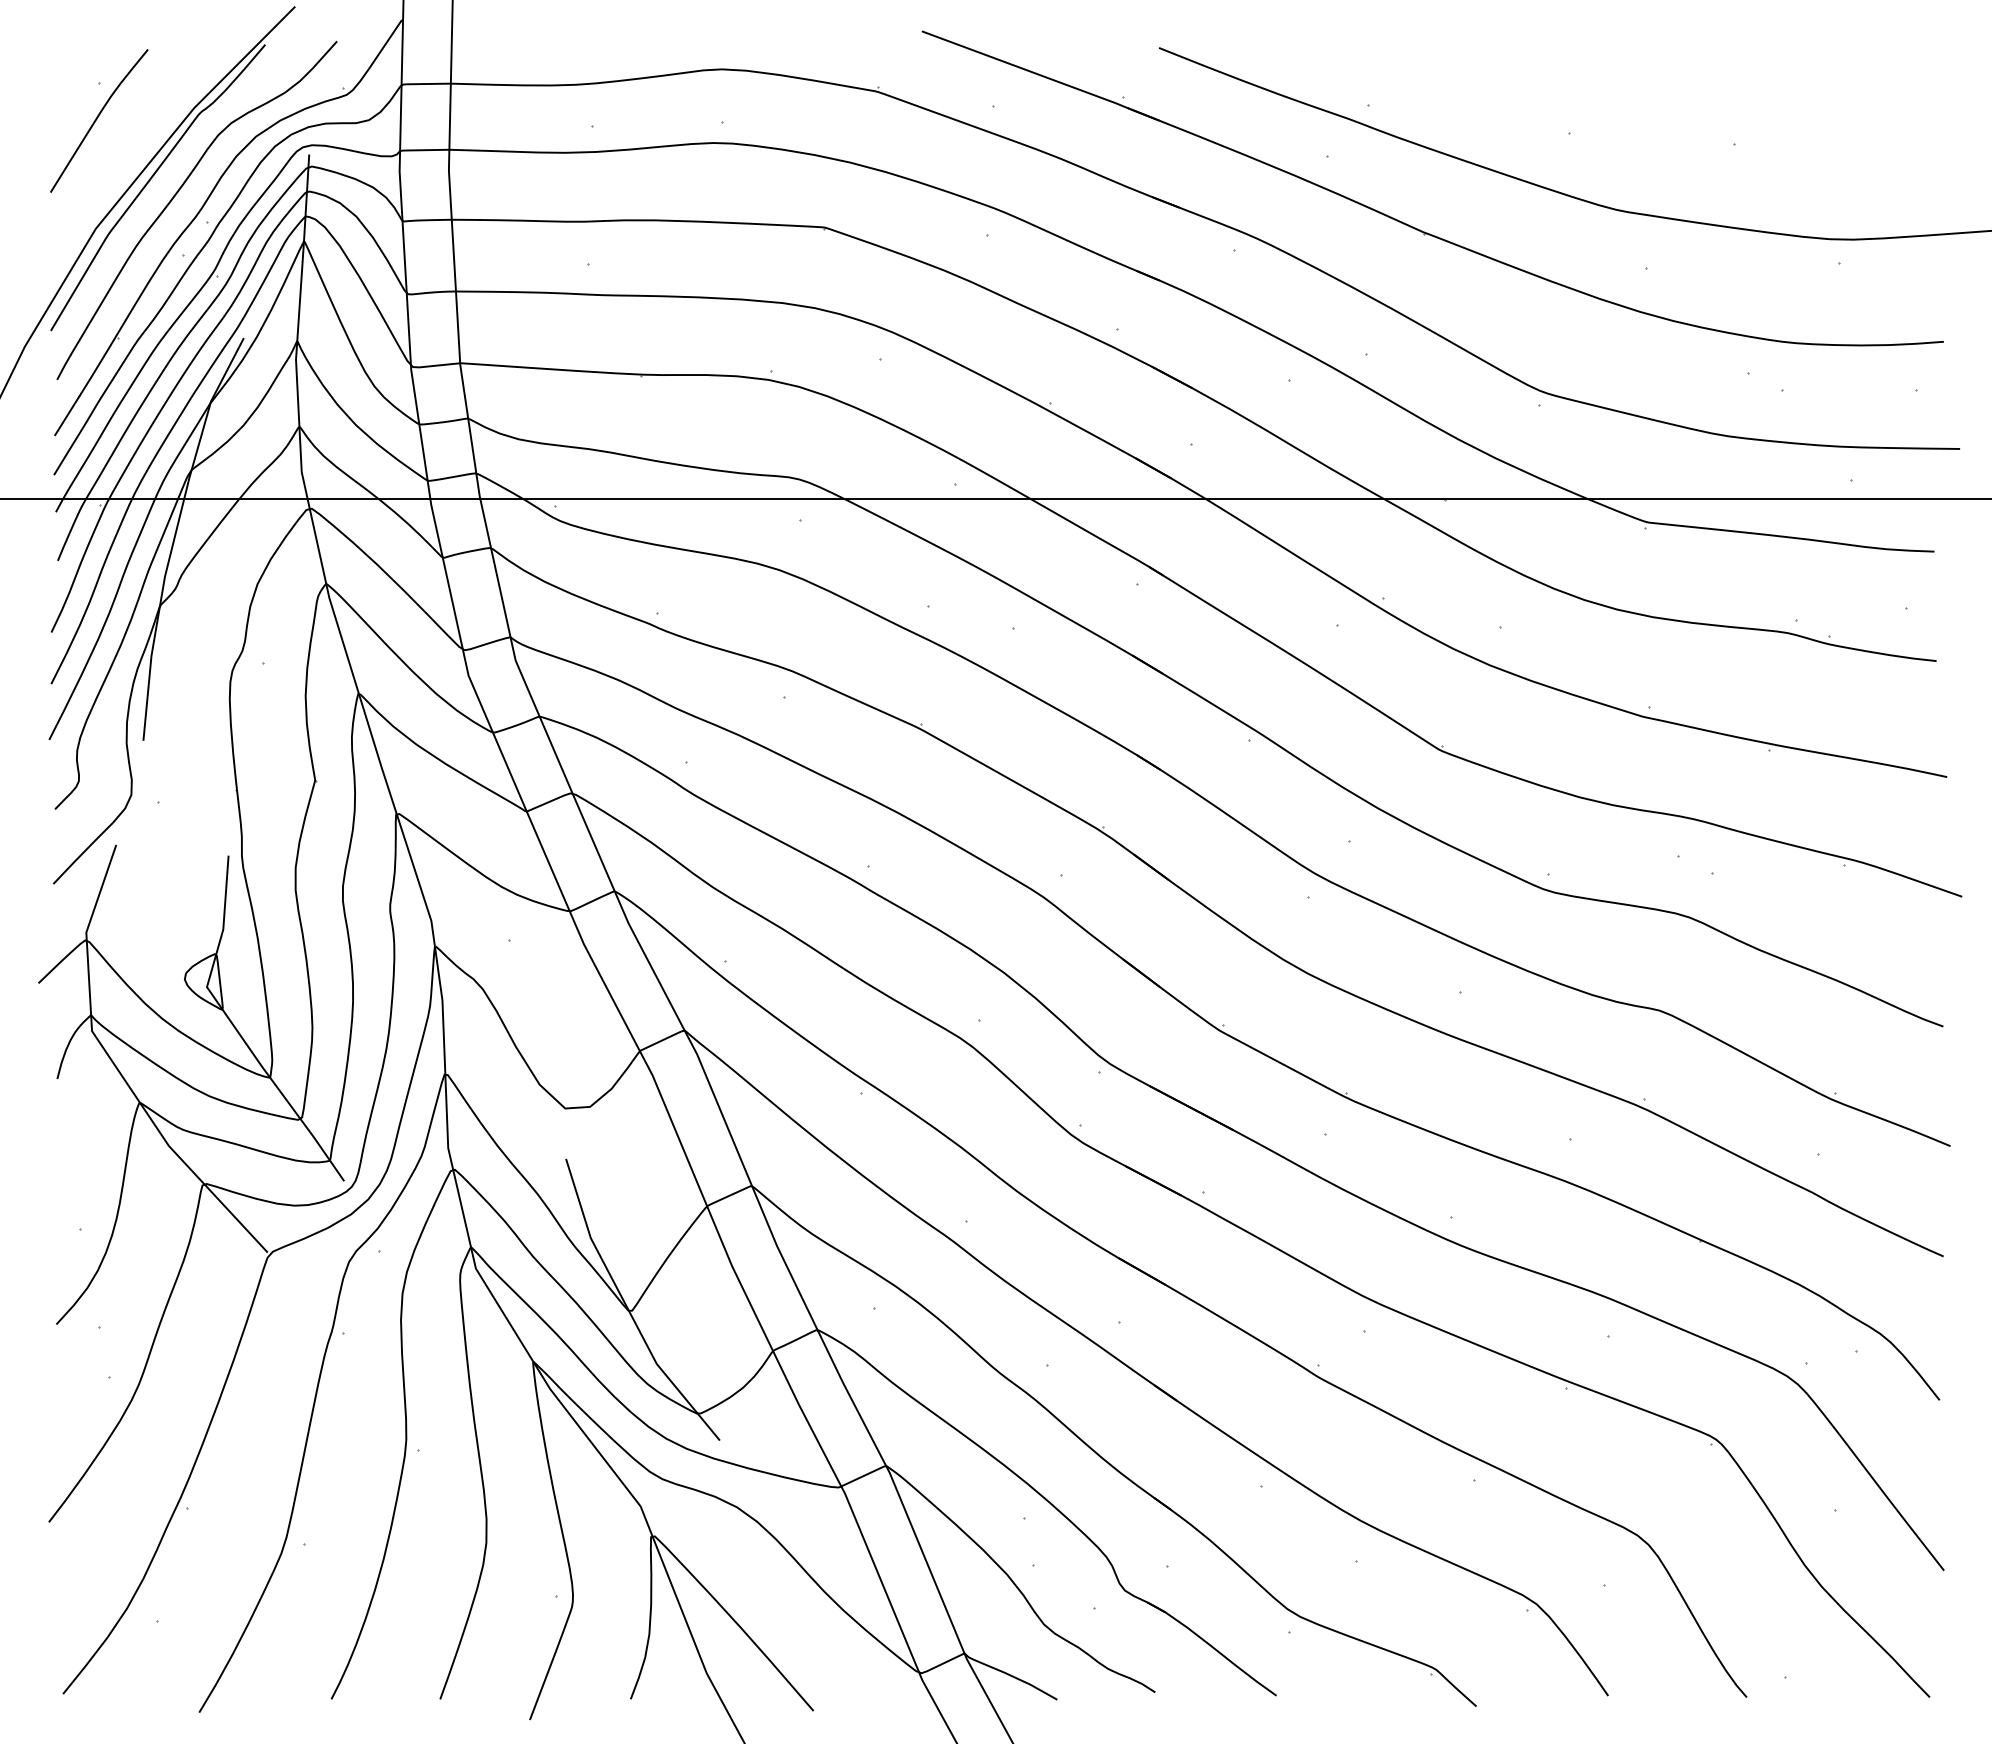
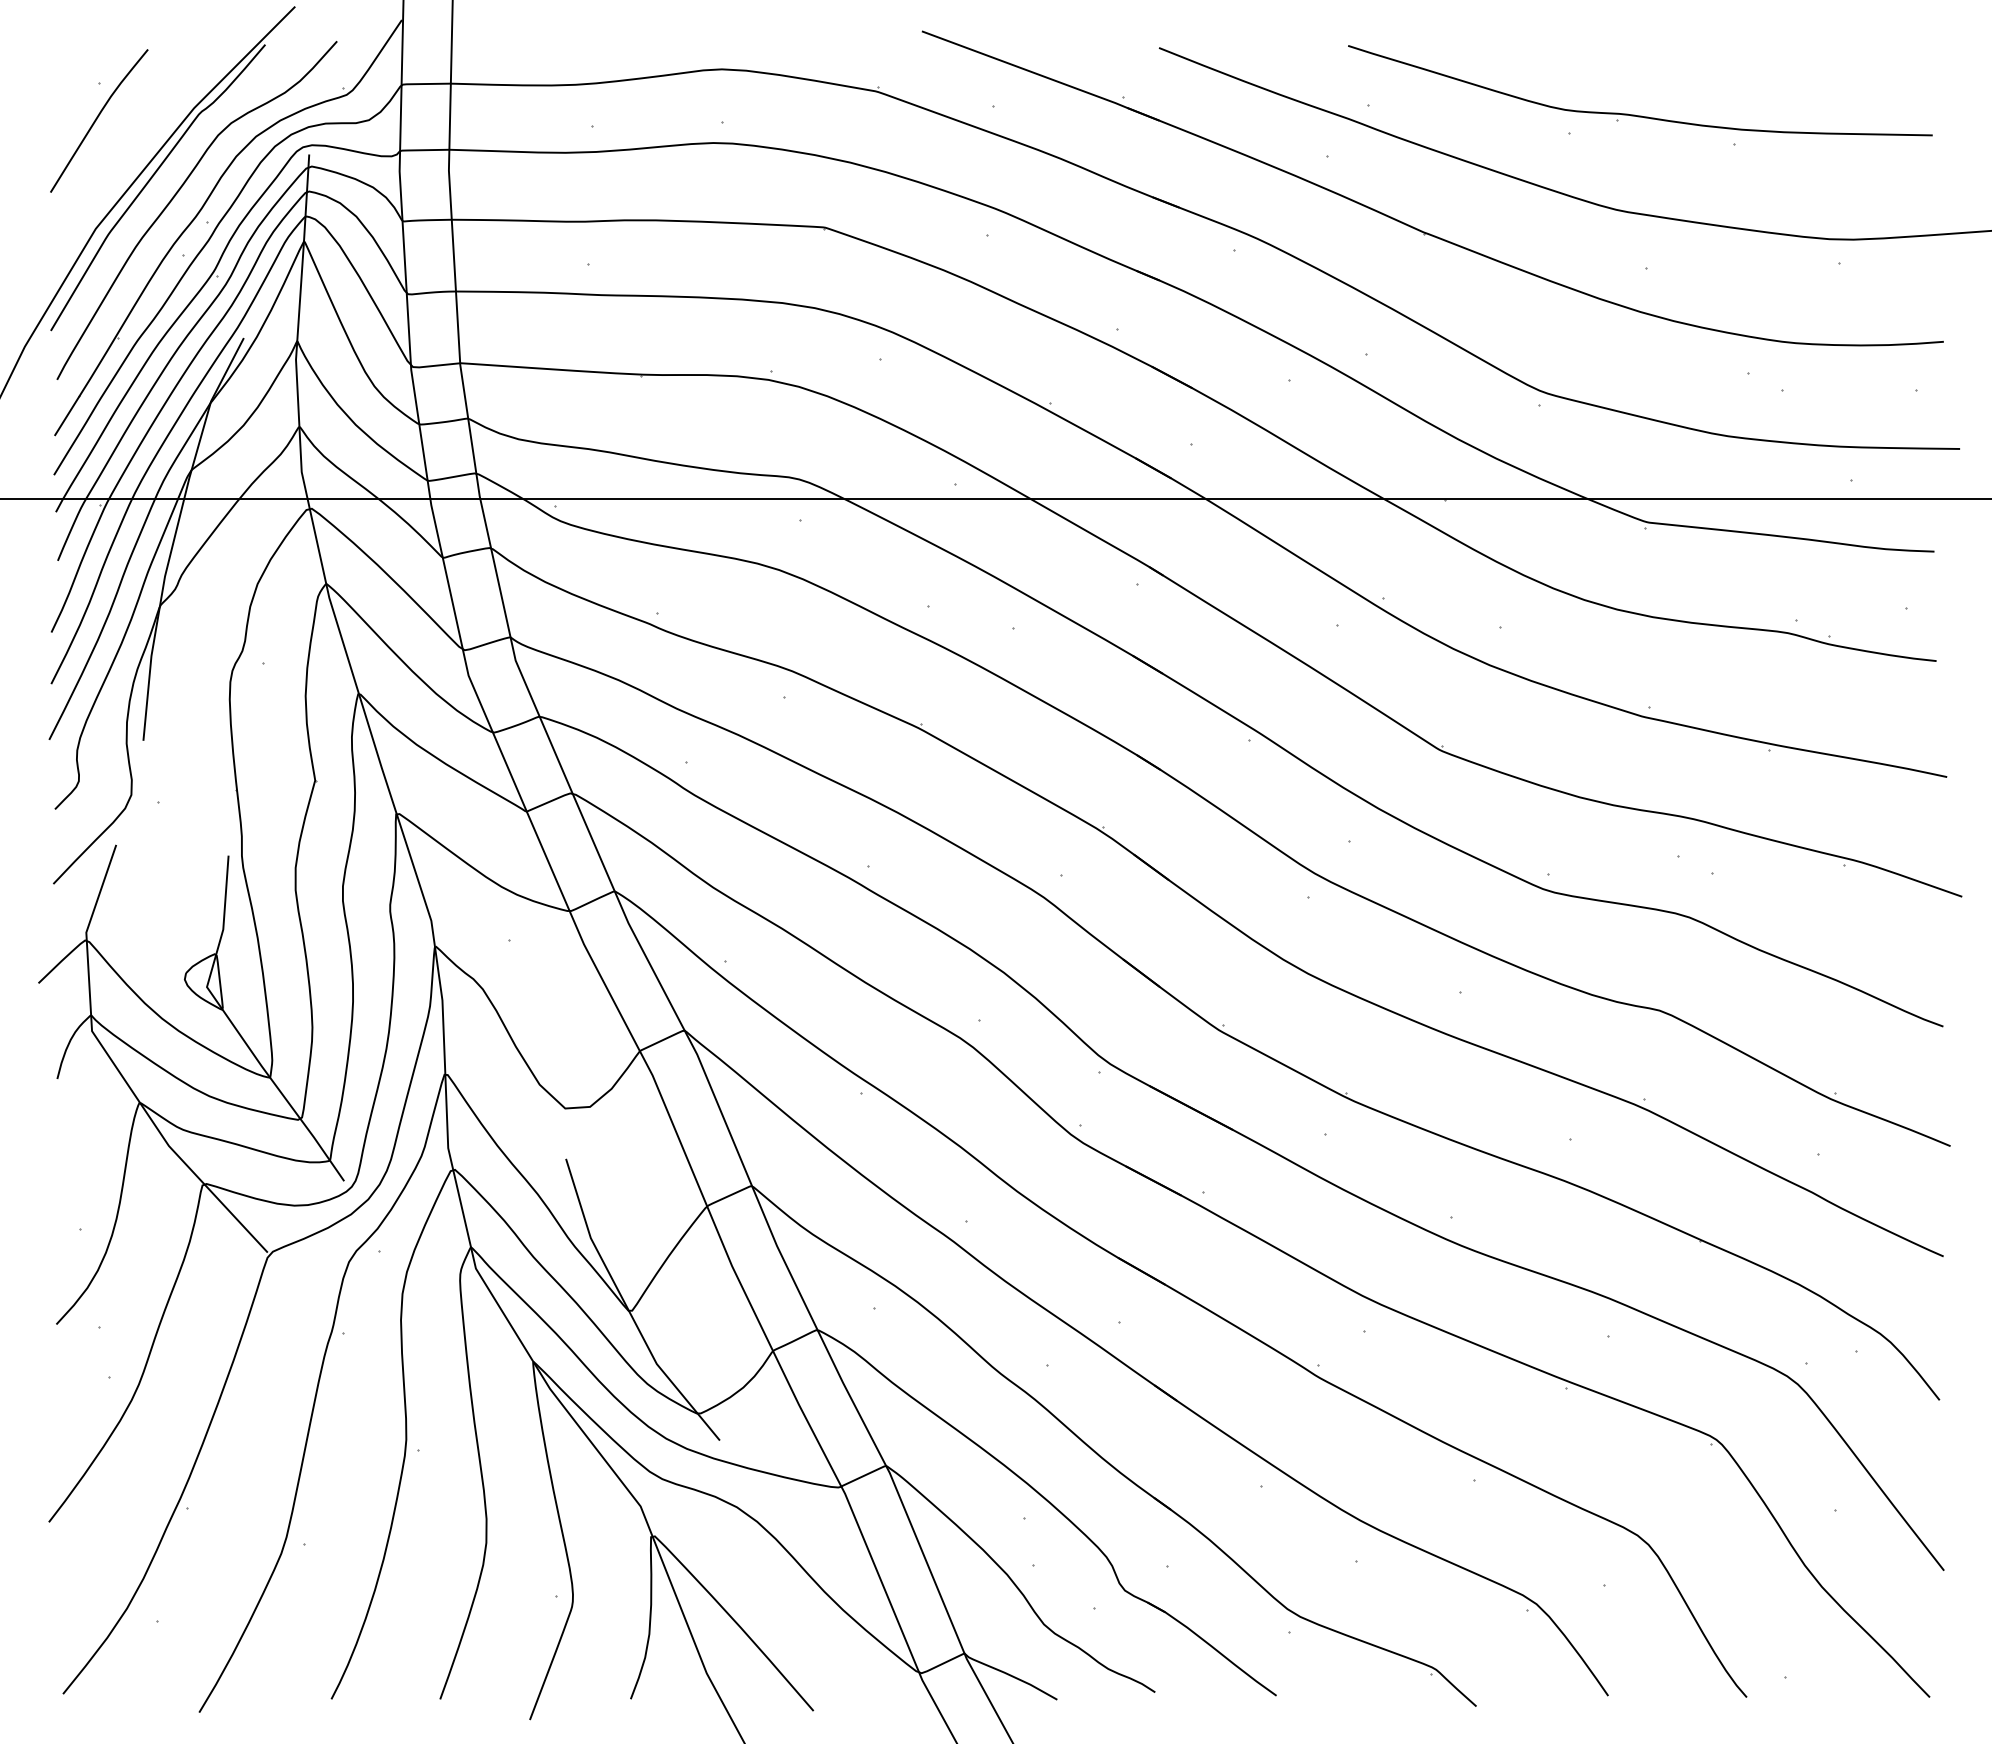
part at (1634, 114): none -> present
